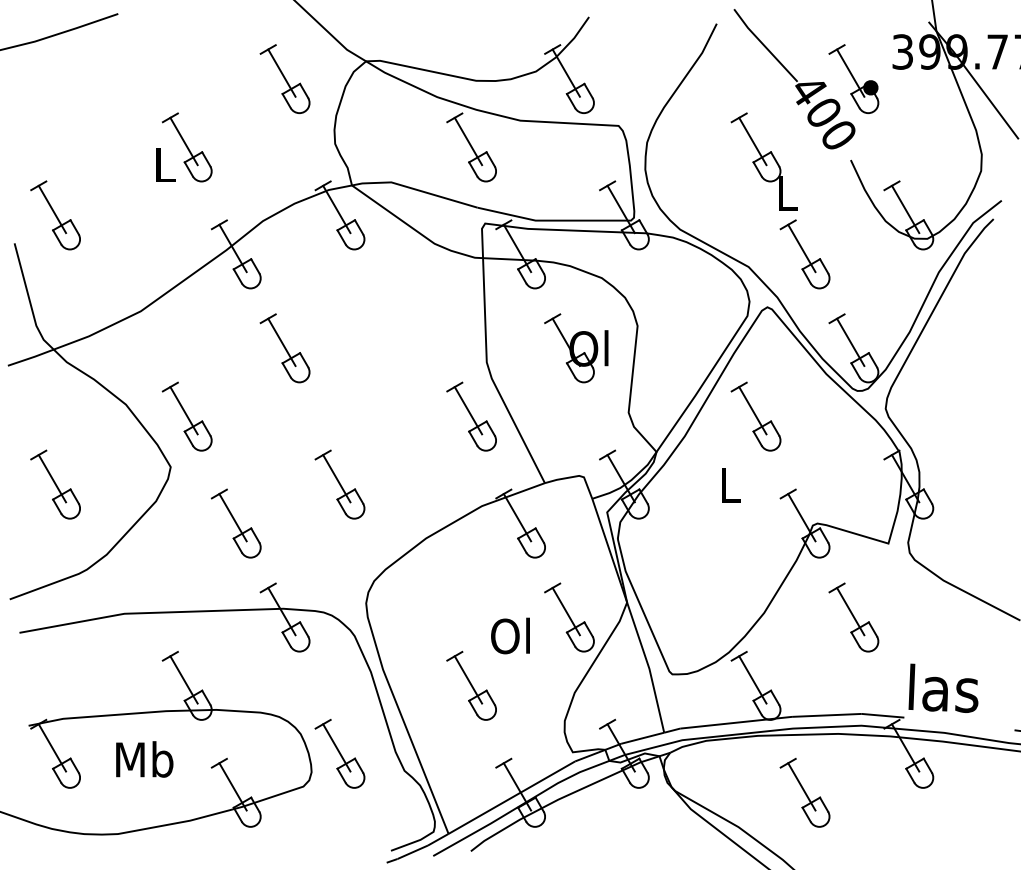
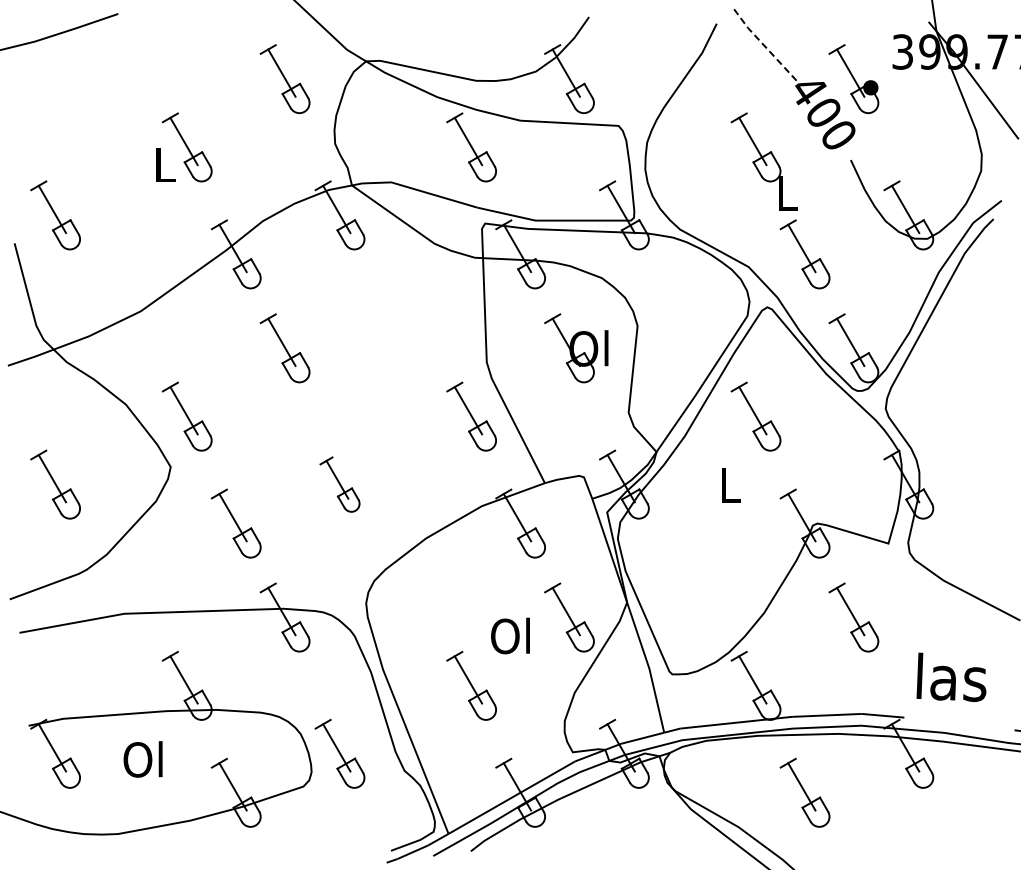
line at (764, 46): solid -> dashed
part at (339, 484) size: 52x71 px -> 42x57 px
text at (943, 687) position: (943, 687) -> (951, 676)
text at (144, 759): Mb -> Ol
